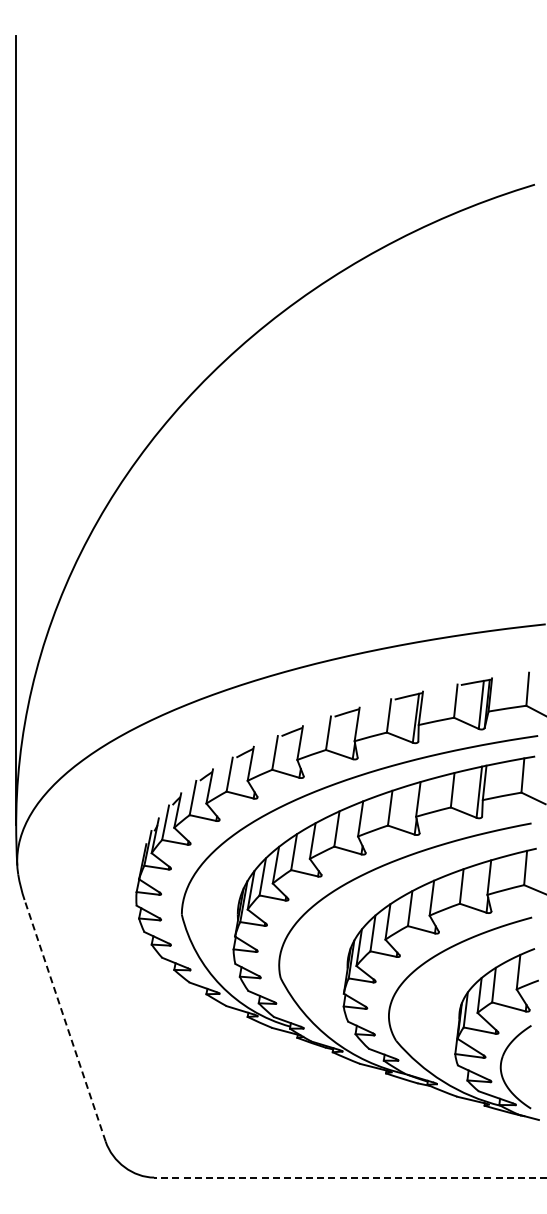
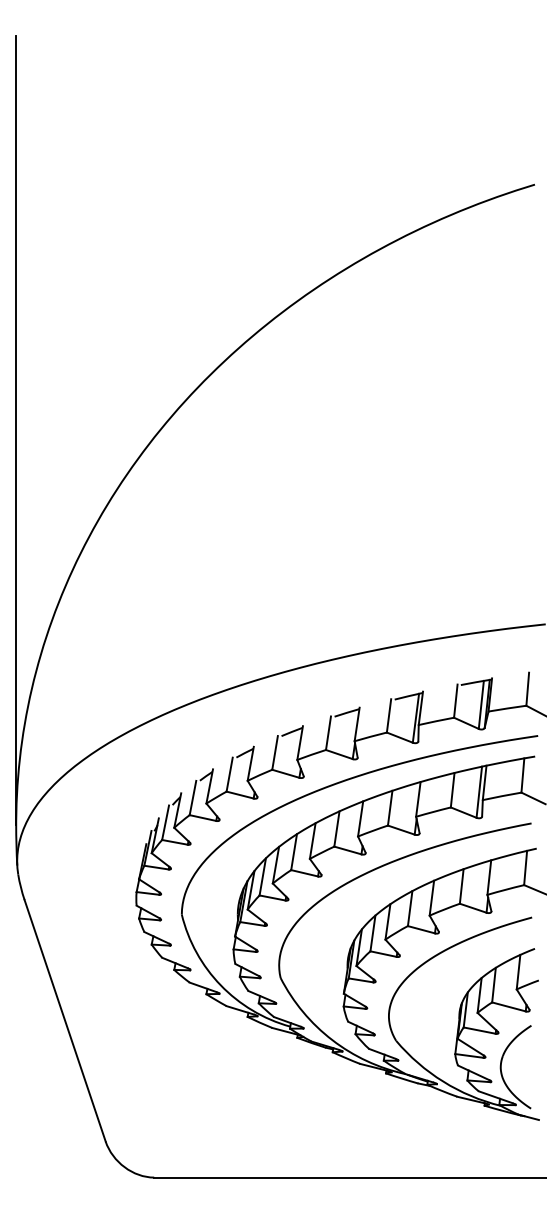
line at (64, 1020): dashed -> solid
line at (350, 1177): dashed -> solid
